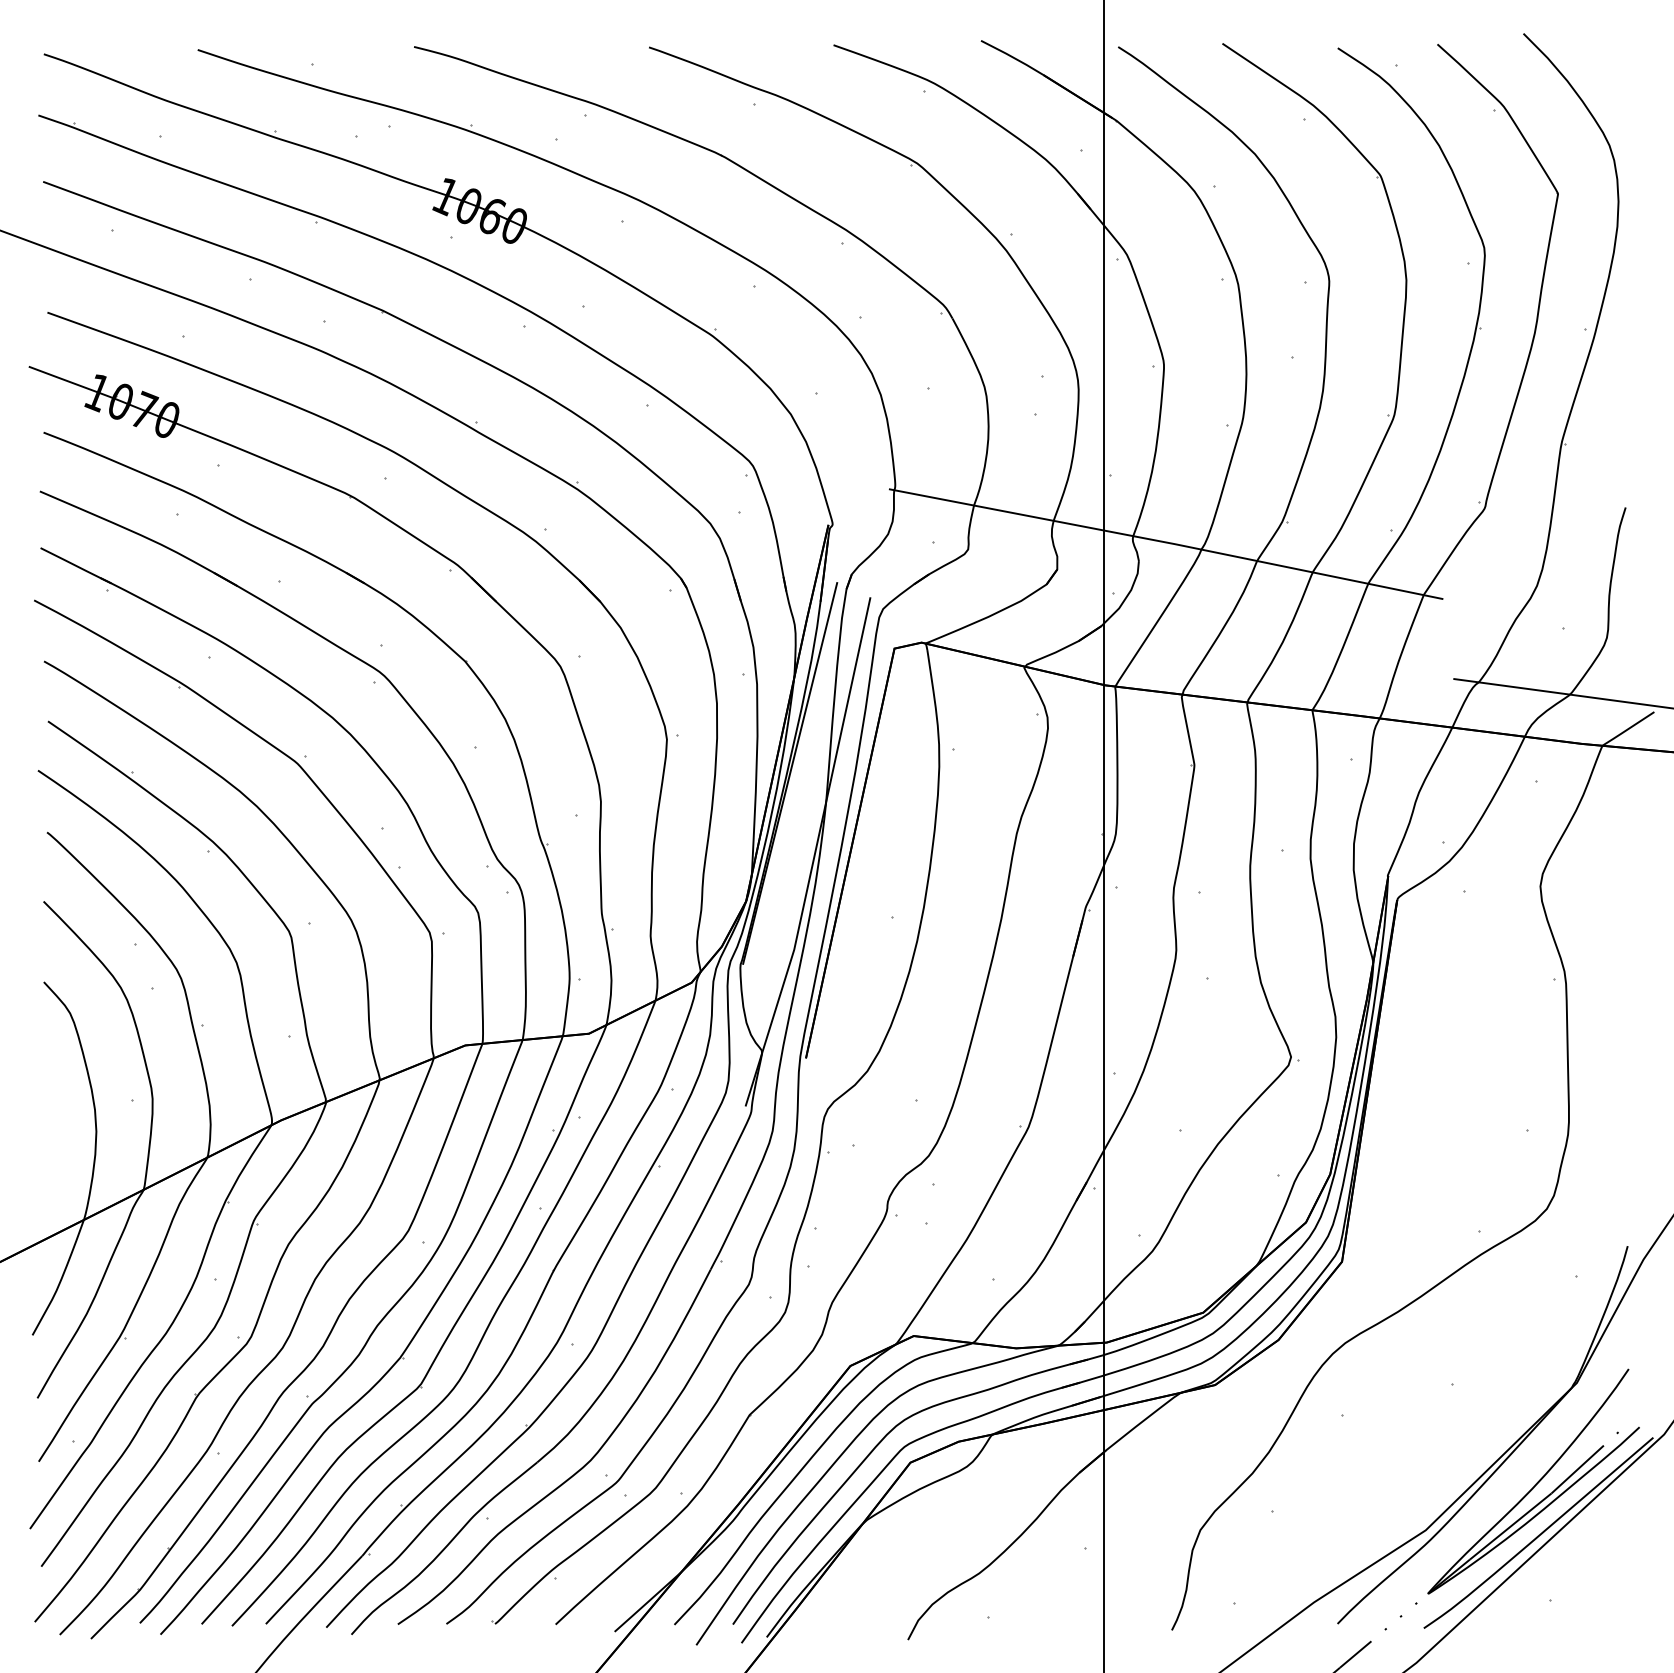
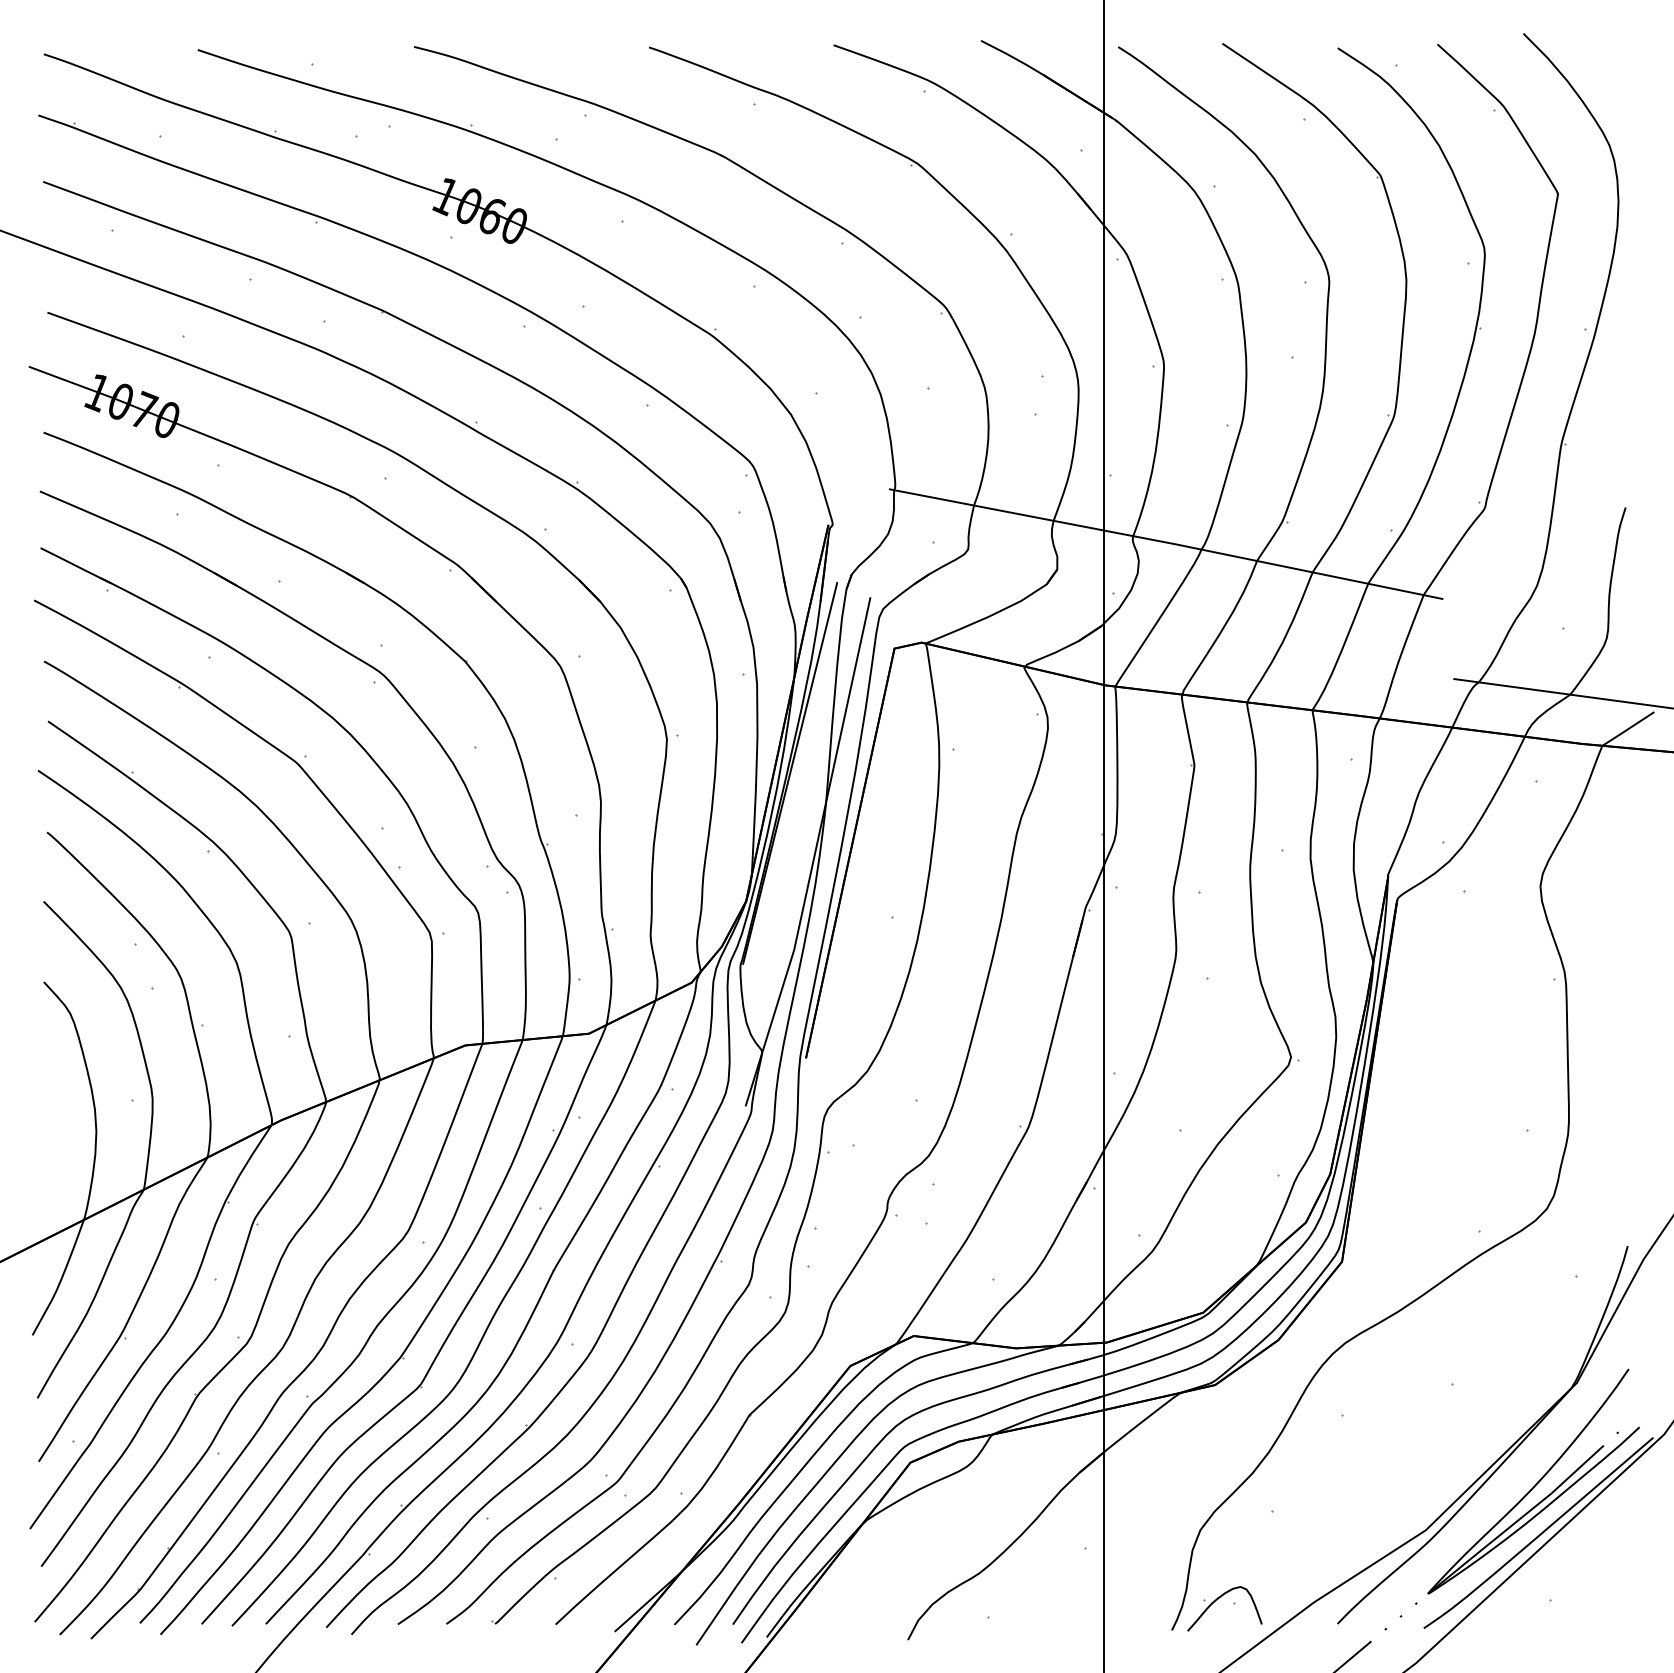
part at (1217, 1600): none -> present
